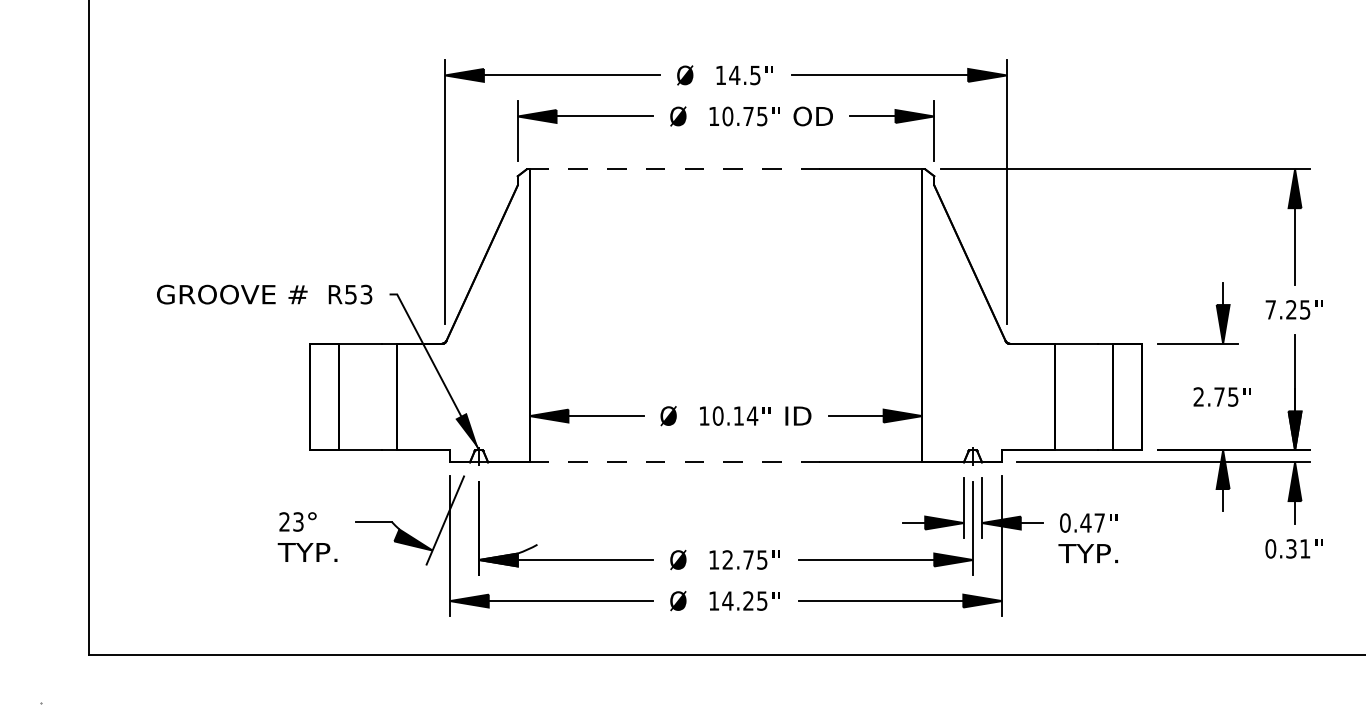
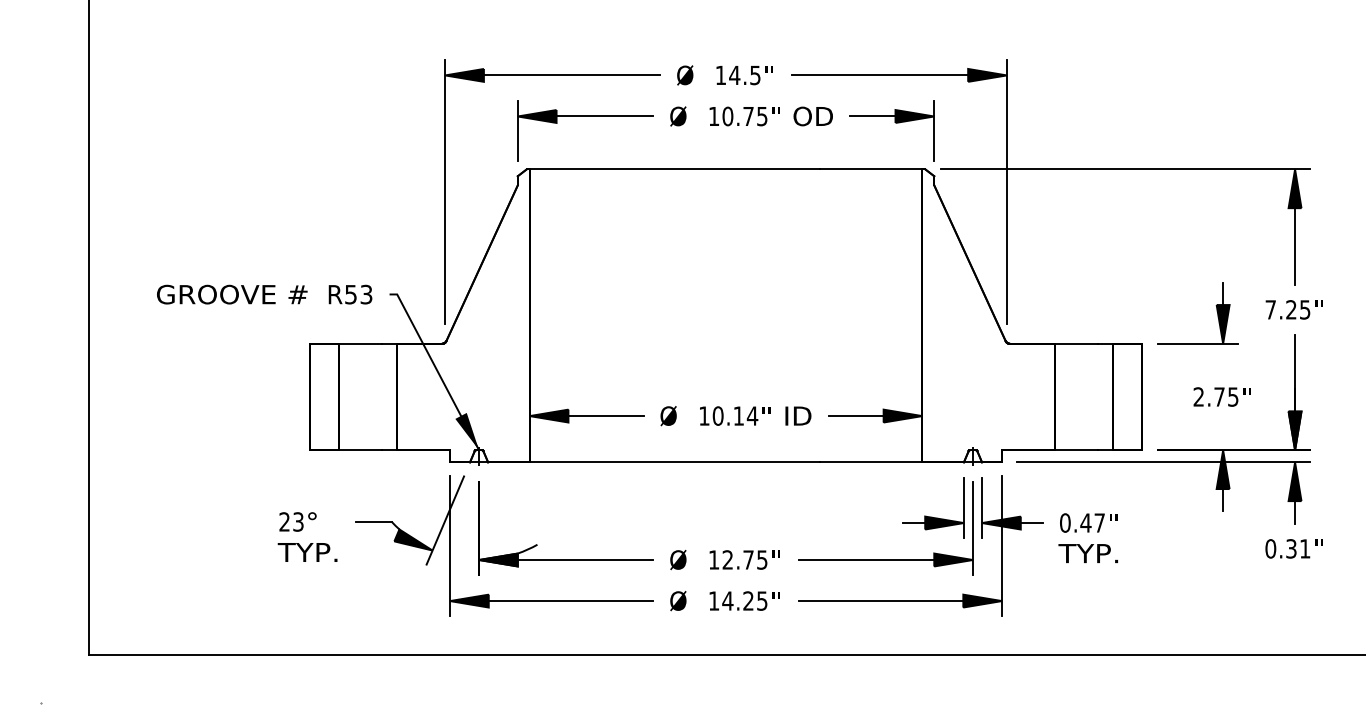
line at (675, 169): dashed -> solid
line at (675, 462): dashed -> solid
